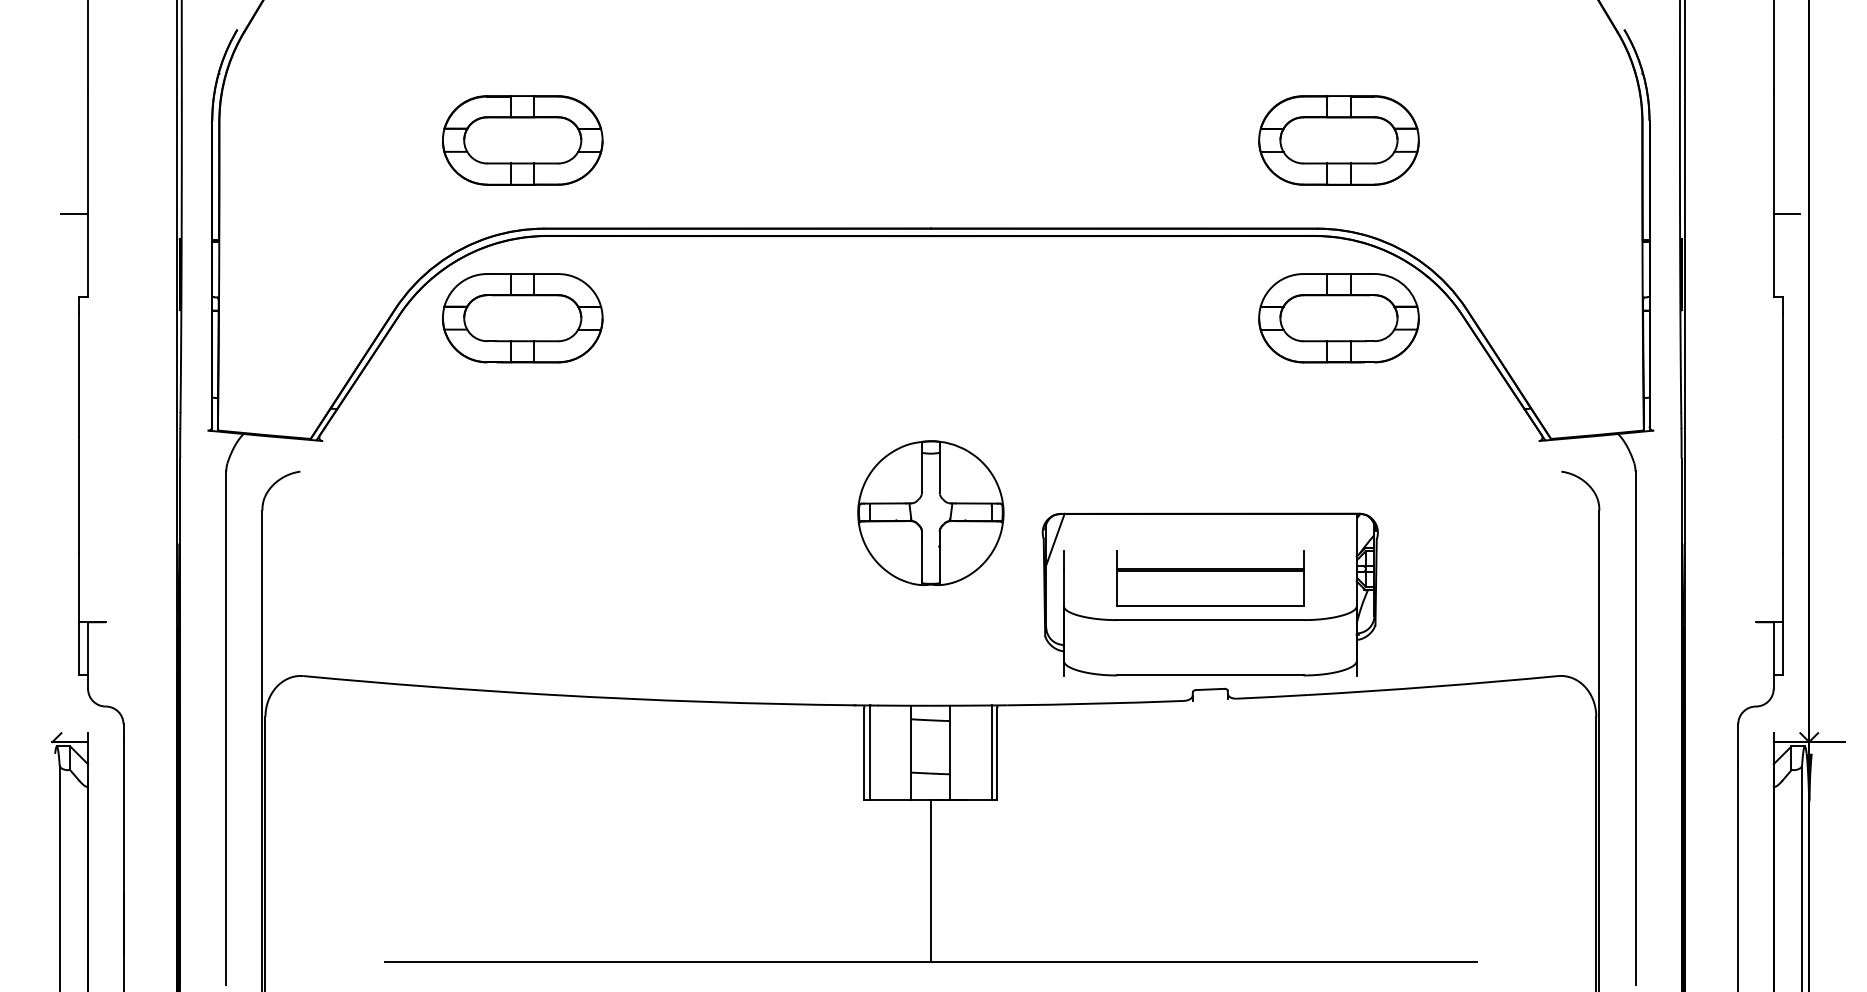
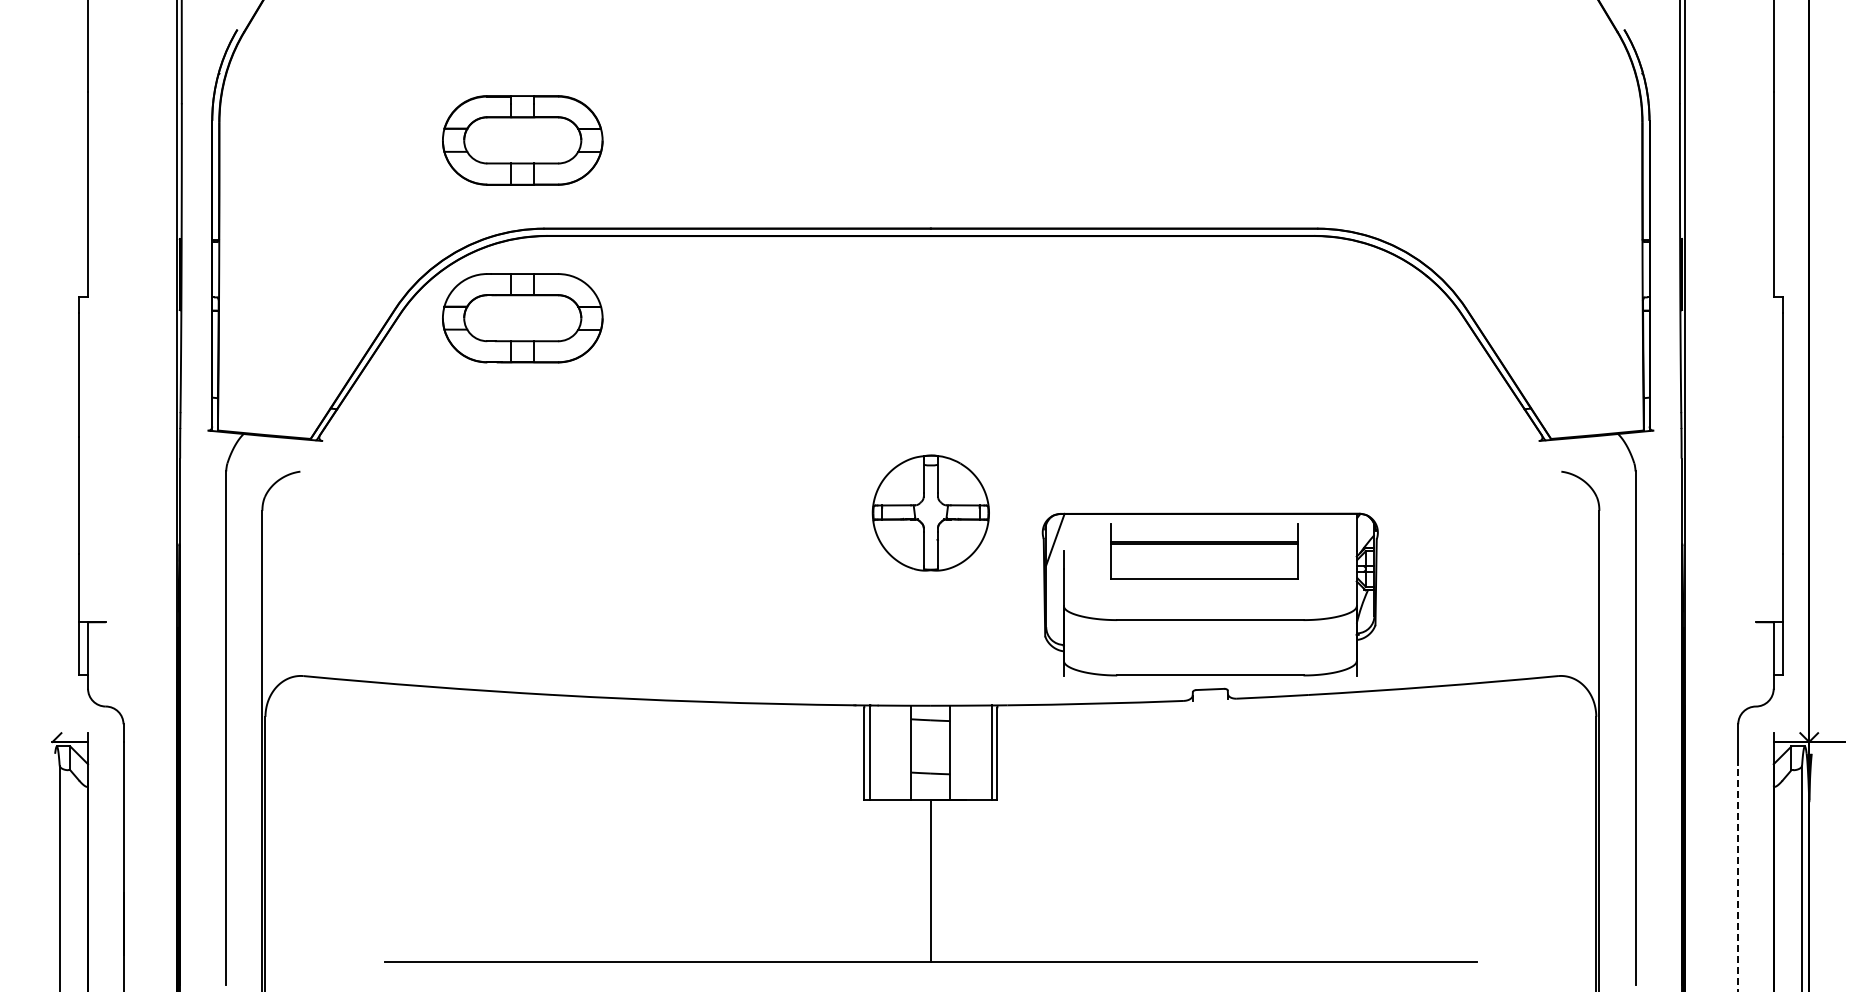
part at (1338, 140): present -> none
line at (74, 214): present -> none
line at (1786, 214): present -> none
part at (1338, 318): present -> none
part at (930, 512) size: 148x146 px -> 119x118 px
part at (1210, 578) position: (1210, 578) -> (1204, 551)
line at (1738, 877): solid -> dashed
